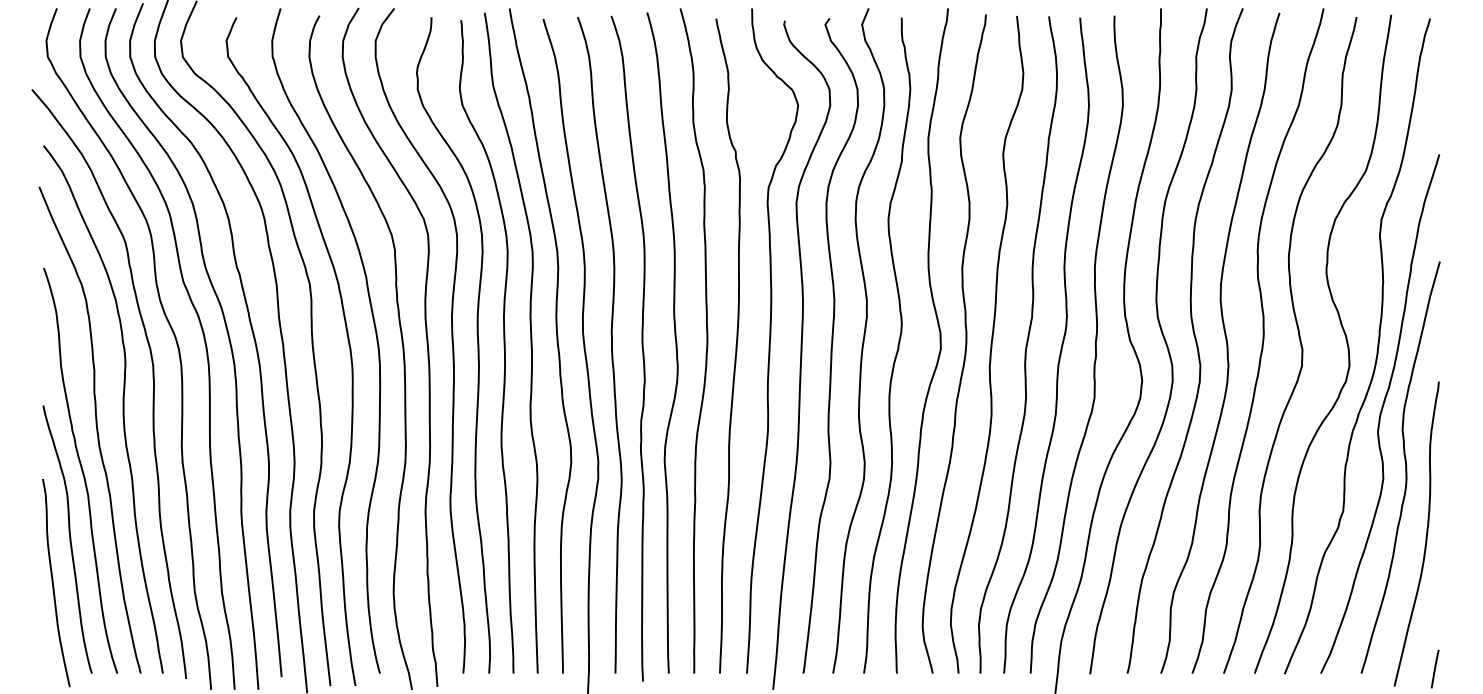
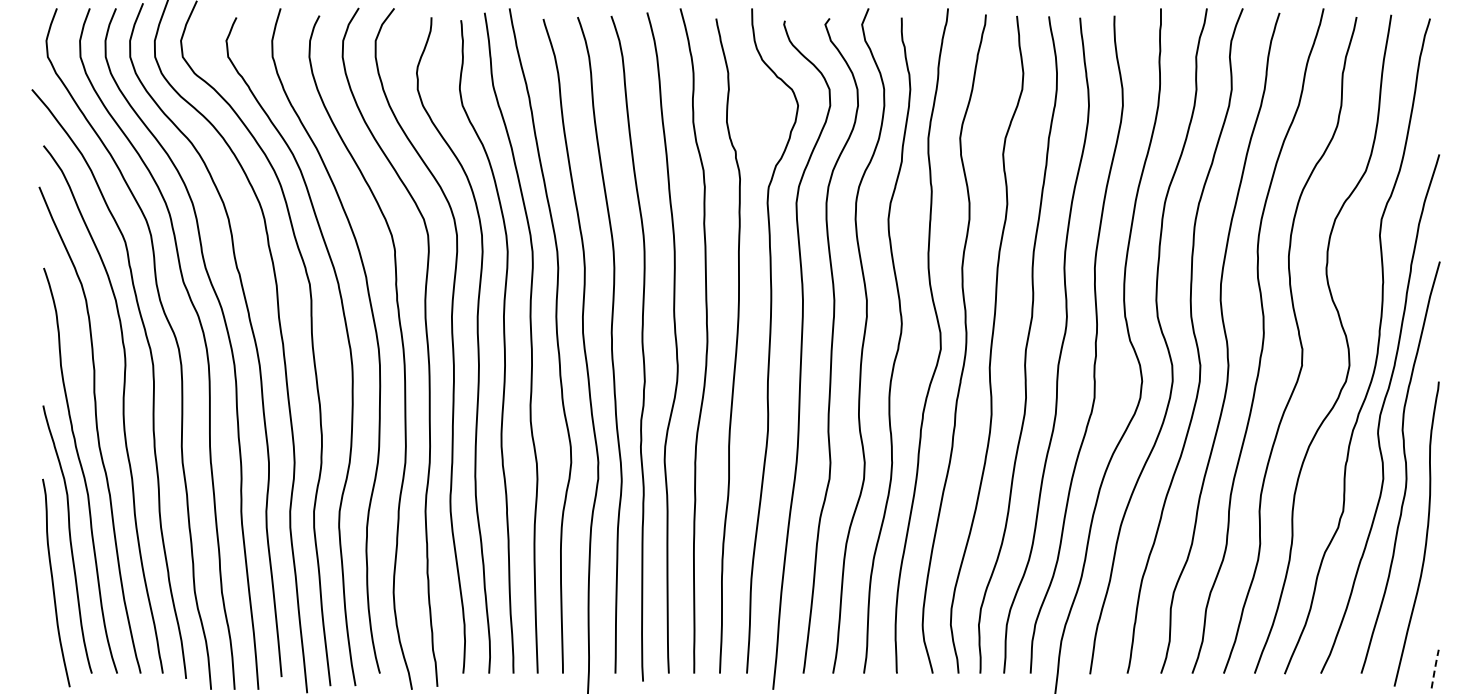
line at (1434, 668): solid -> dashed
